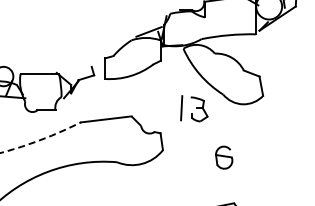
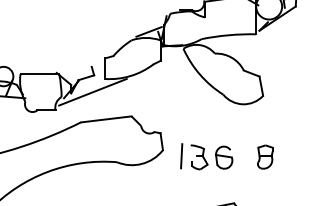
line at (92, 91): none -> present
part at (194, 108) position: (194, 108) -> (194, 156)
arc at (41, 139): dashed -> solid
part at (265, 156): none -> present
